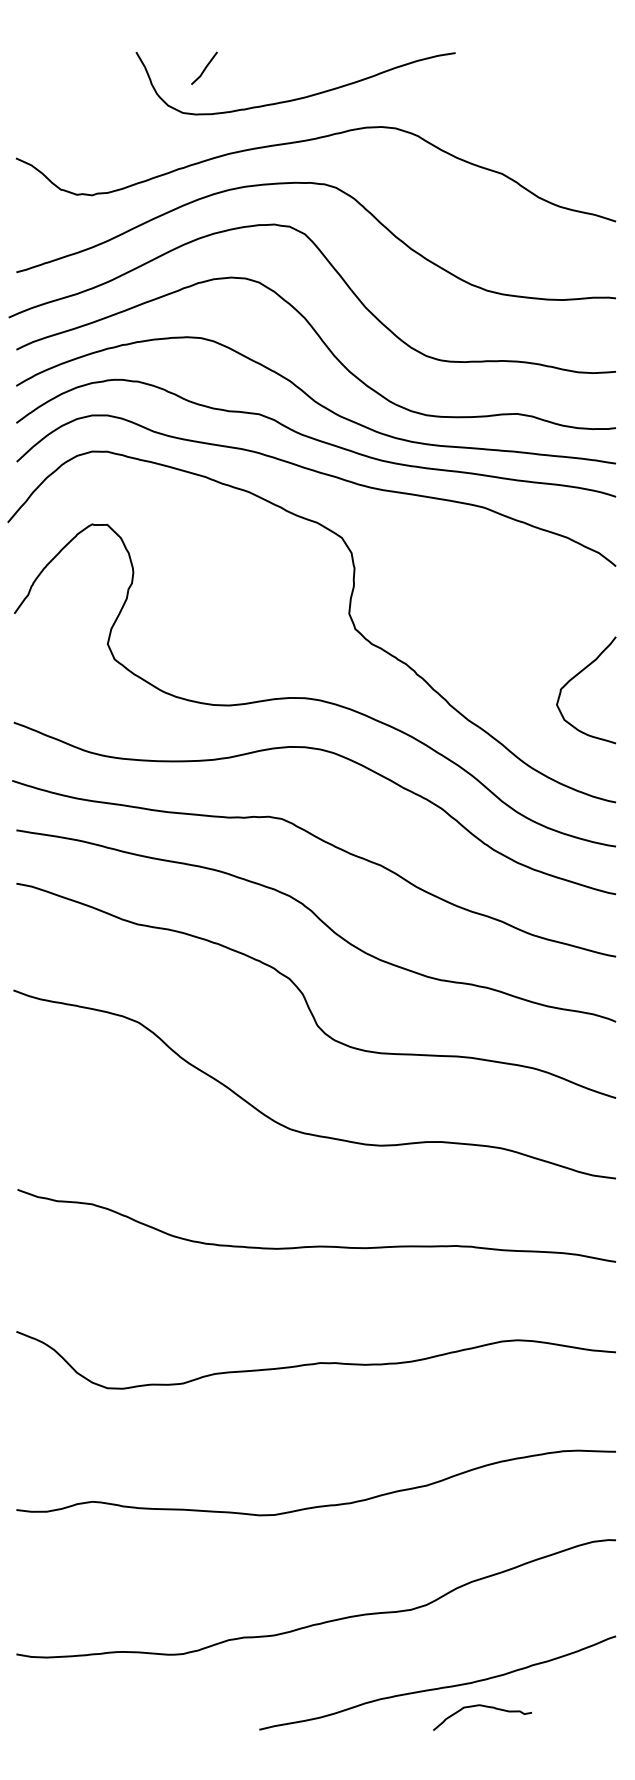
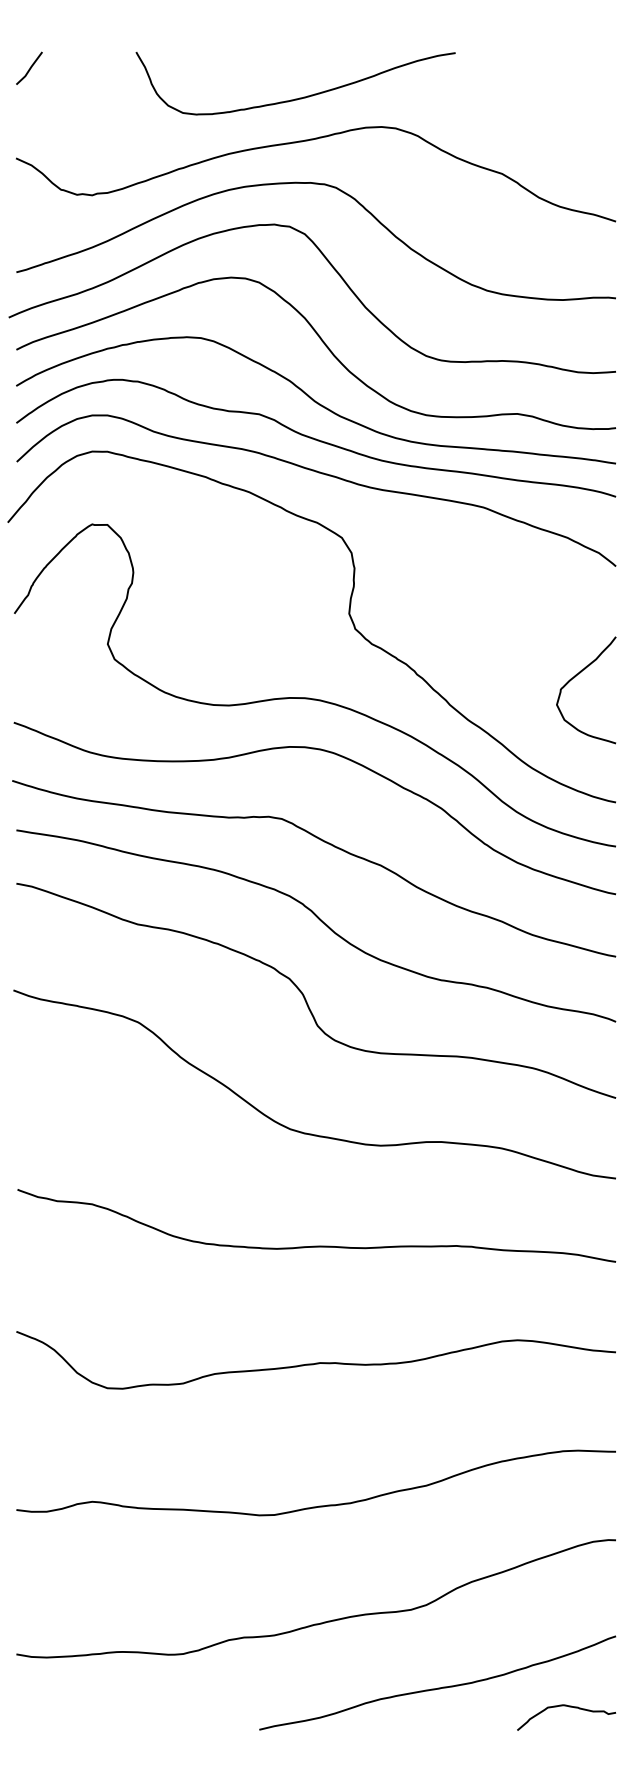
line at (204, 67) position: (204, 67) -> (29, 67)
curve at (485, 1707) position: (485, 1707) -> (569, 1707)
